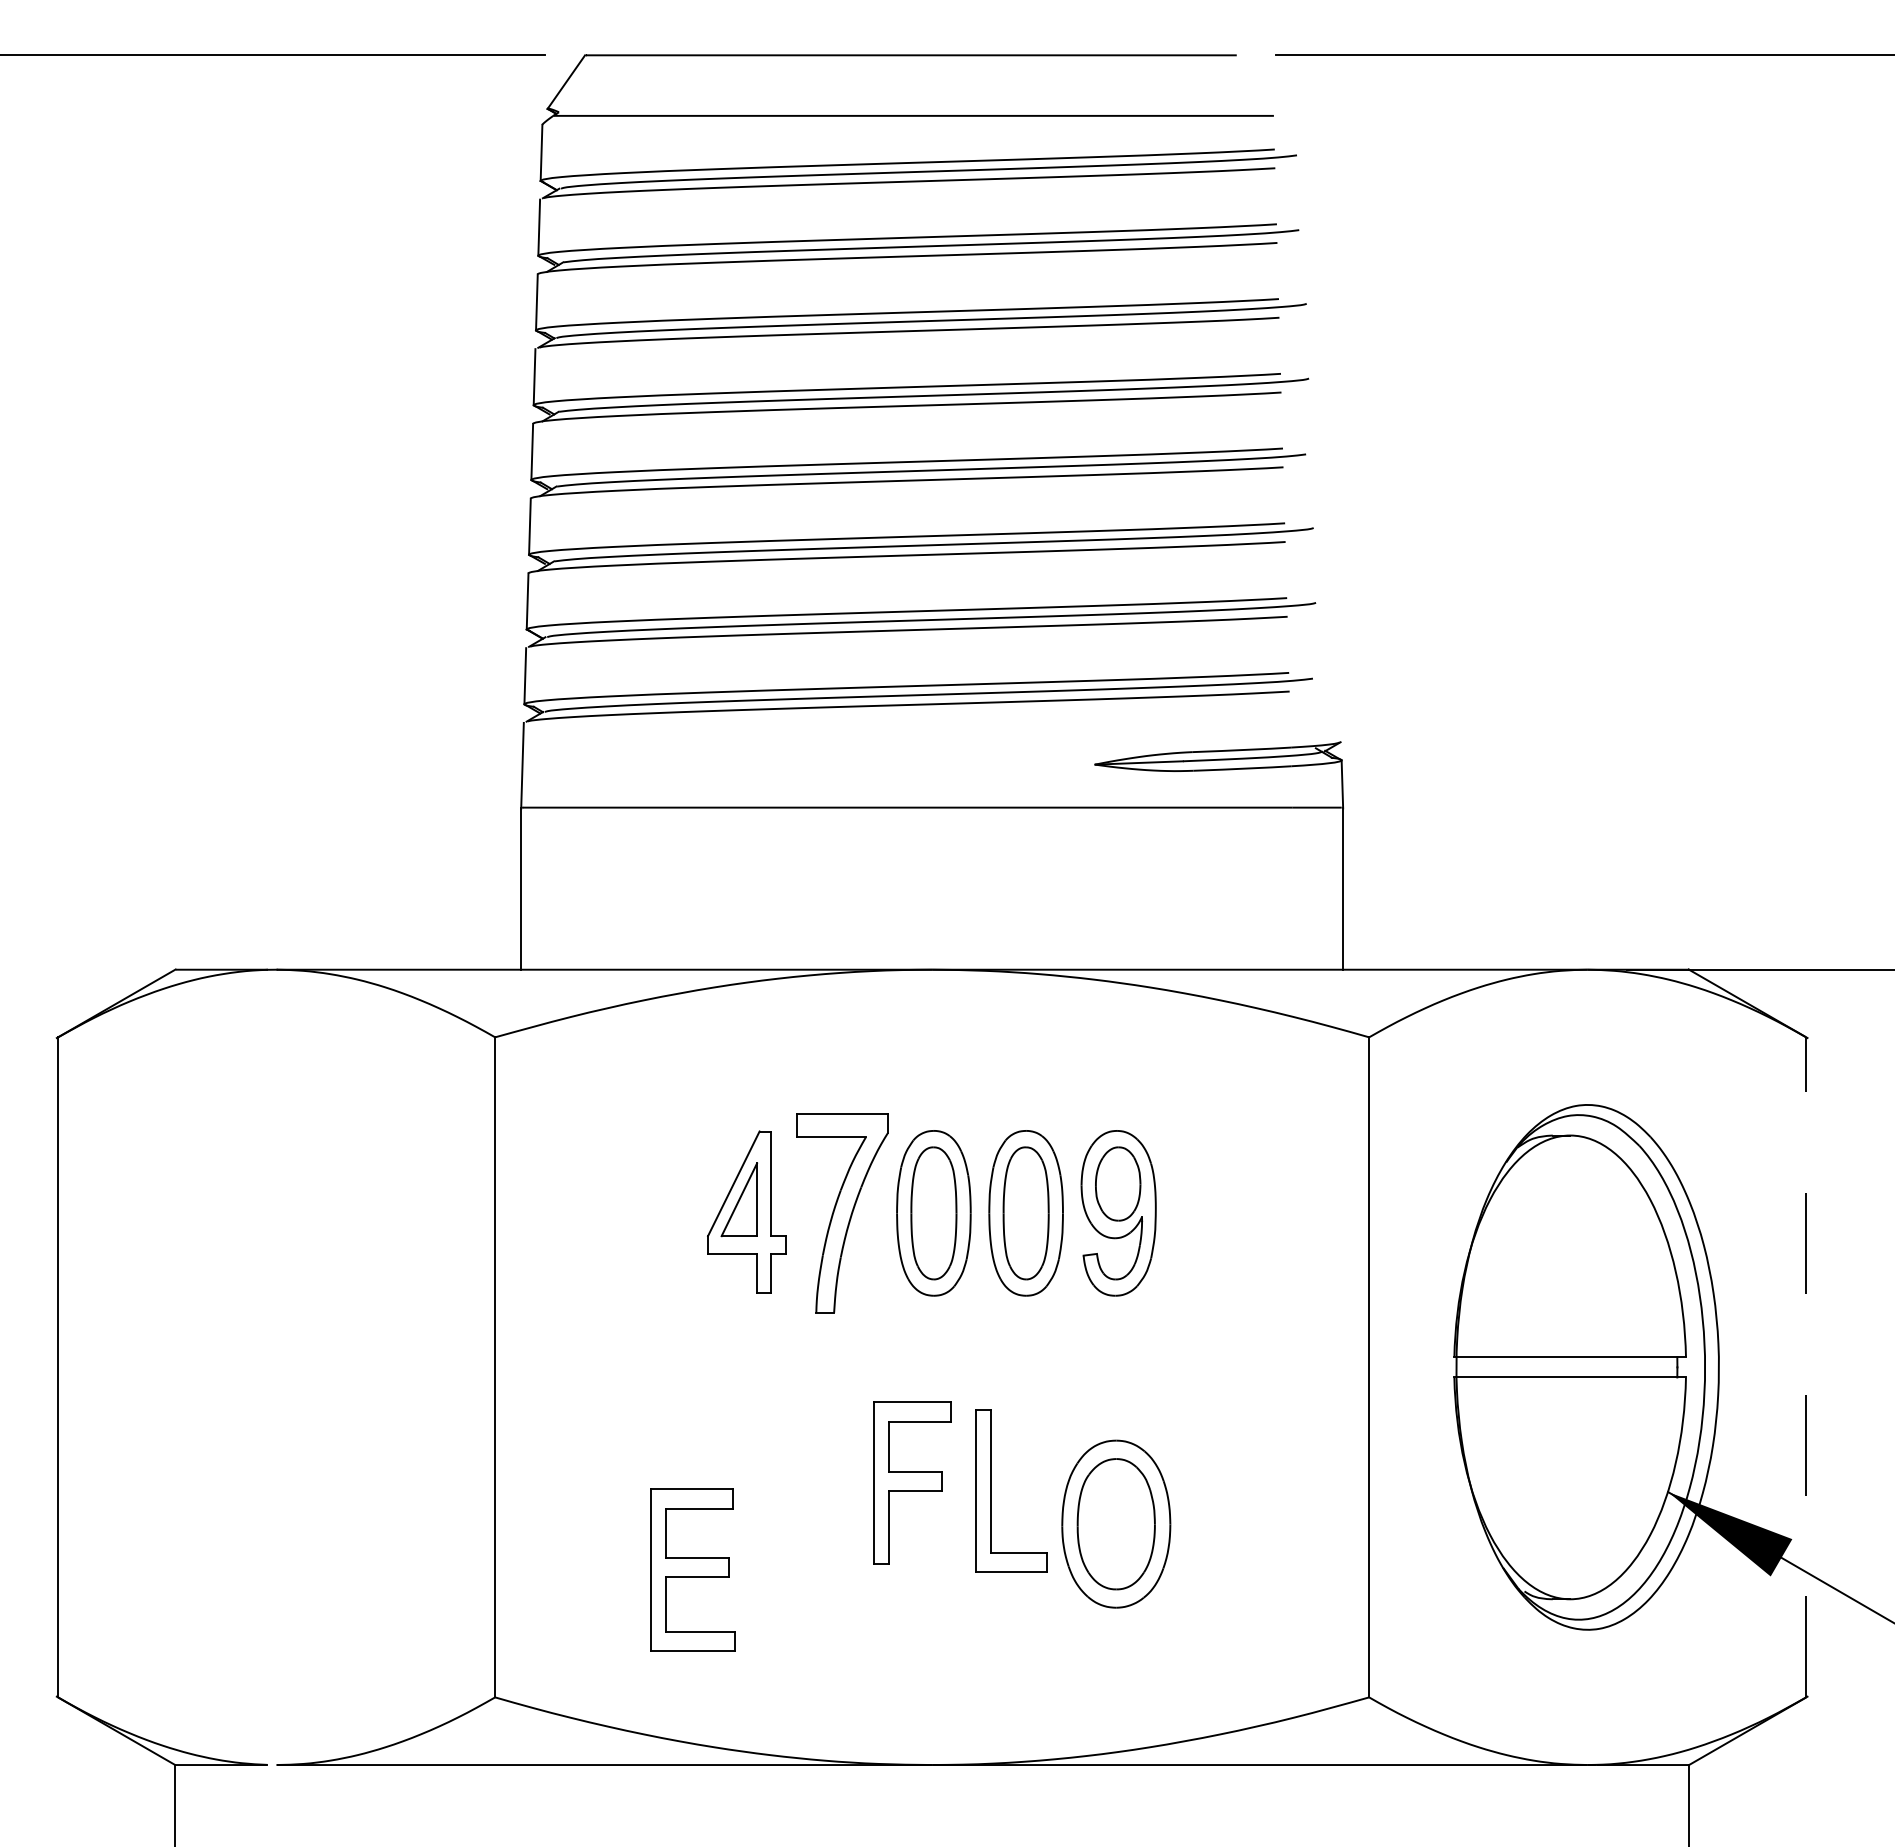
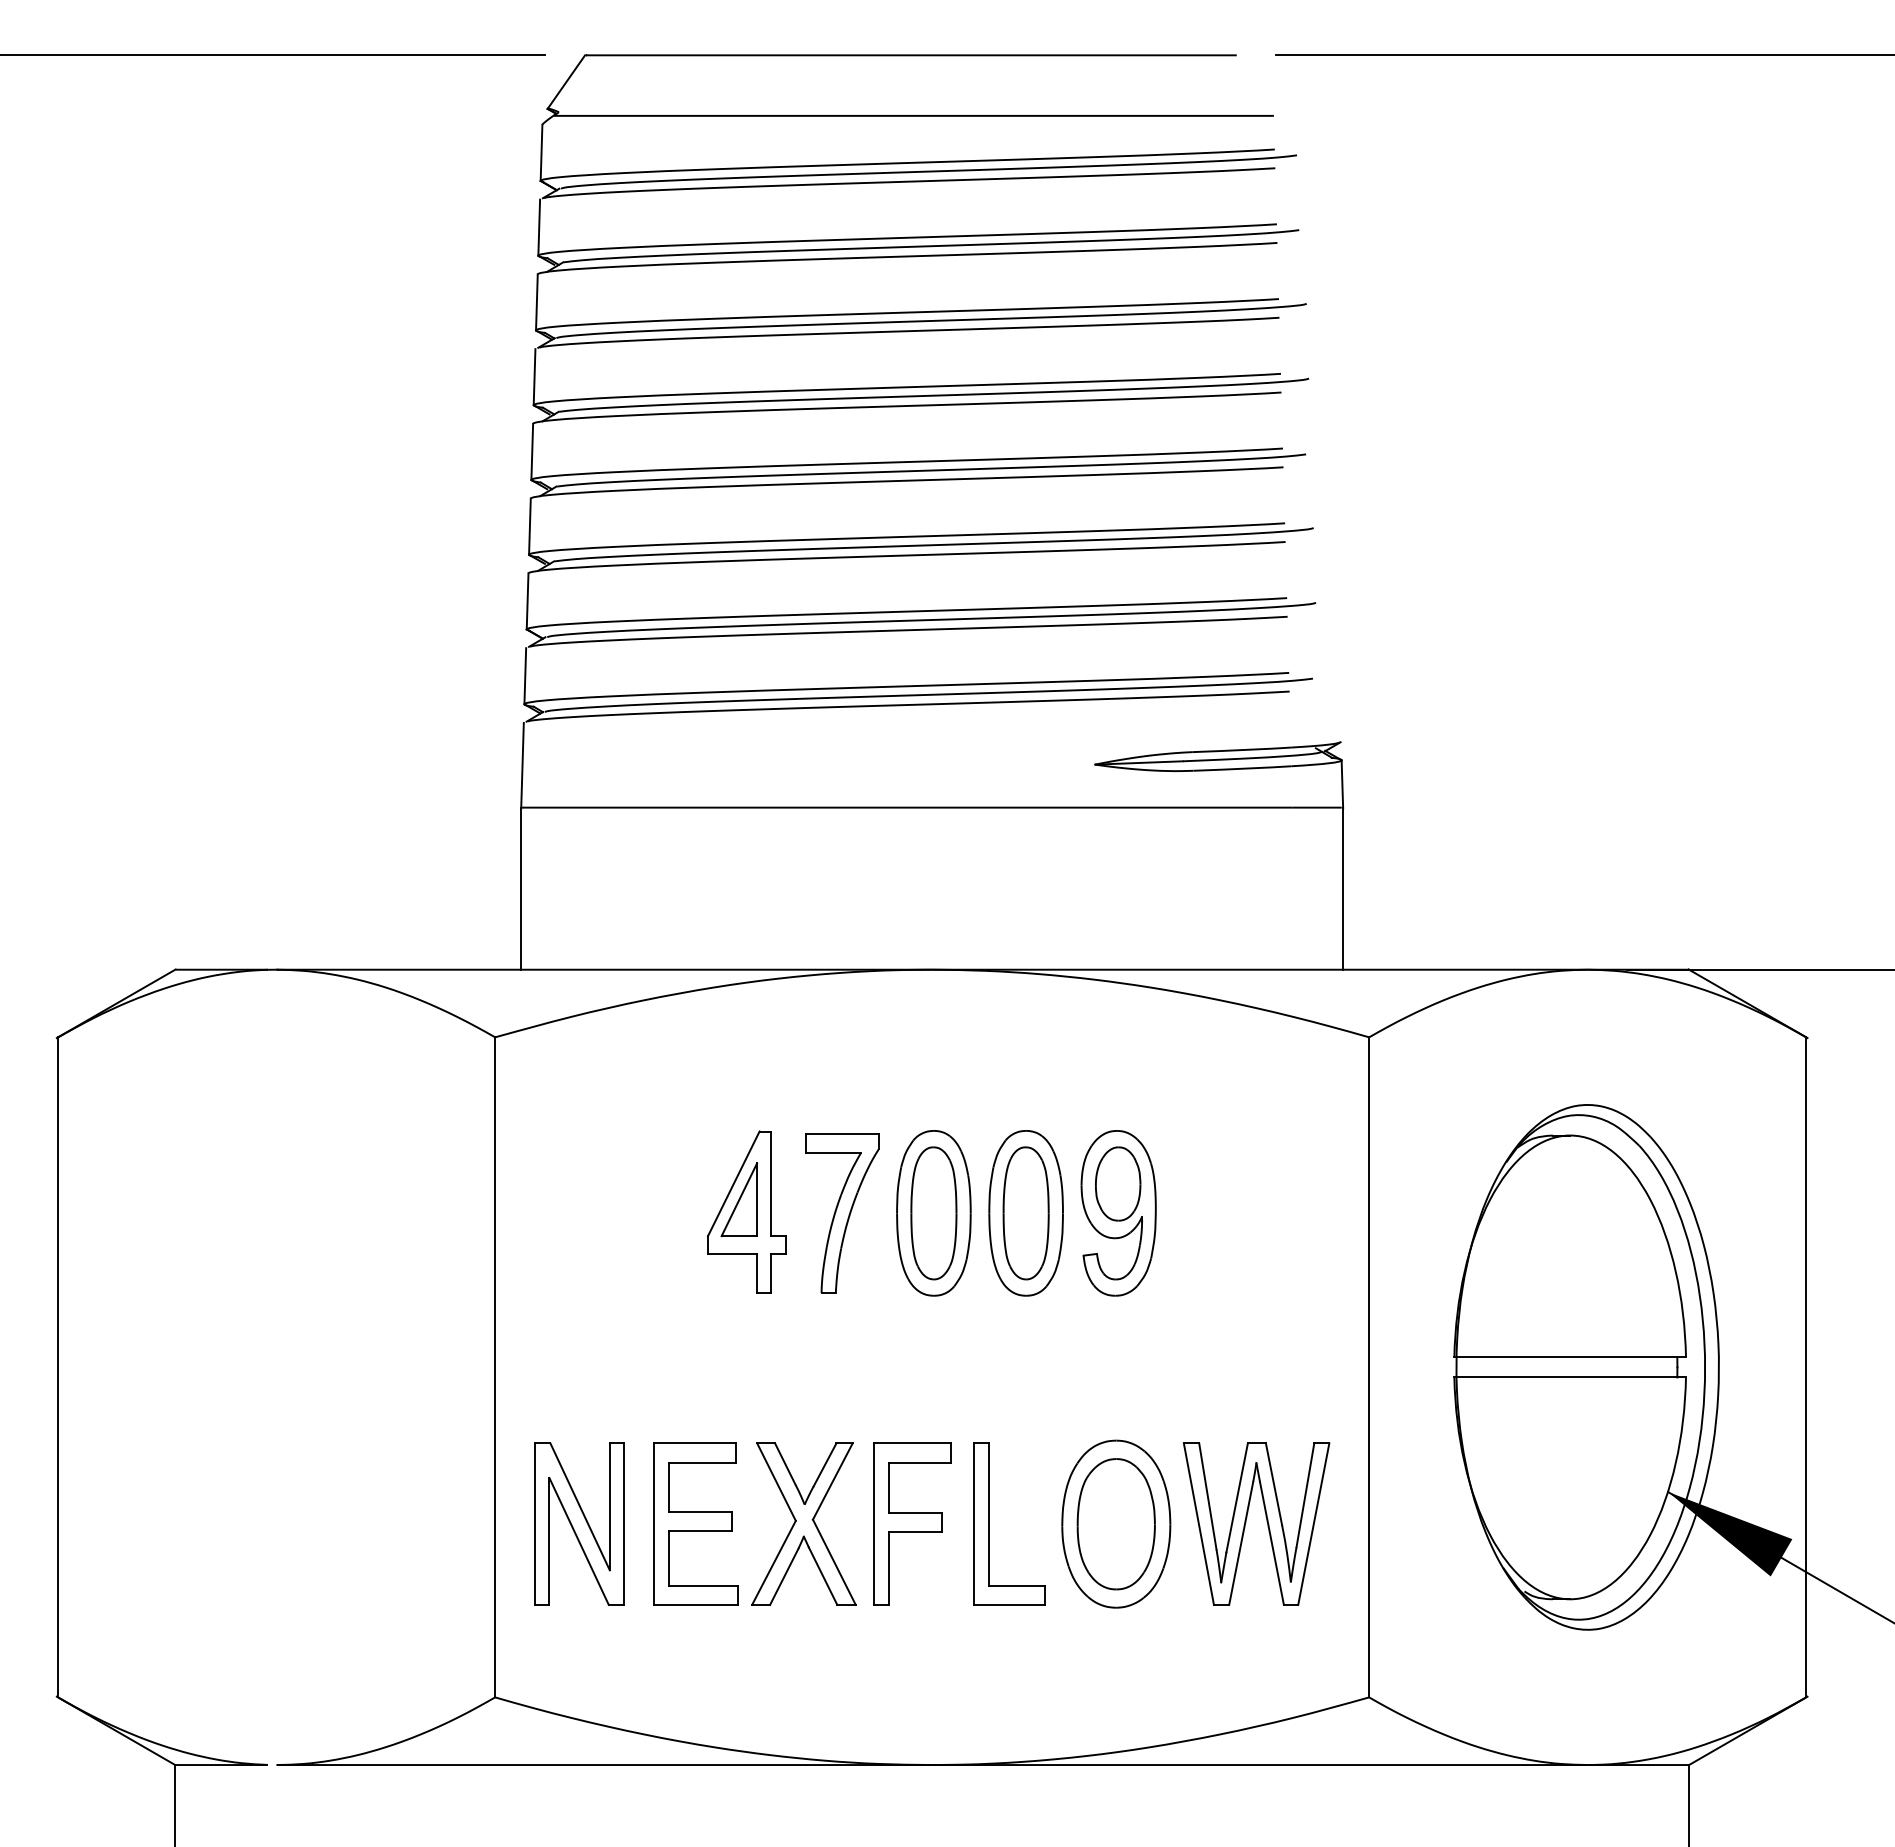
part at (842, 1213) size: 93x201 px -> 75x161 px
line at (1806, 1366): dashed -> solid
part at (912, 1482) position: (912, 1482) -> (912, 1523)
part at (991, 1490) position: (991, 1490) -> (989, 1523)
part at (1246, 1522): none -> present
part at (579, 1523): none -> present
part at (803, 1523): none -> present
part at (692, 1569) position: (692, 1569) -> (695, 1523)
